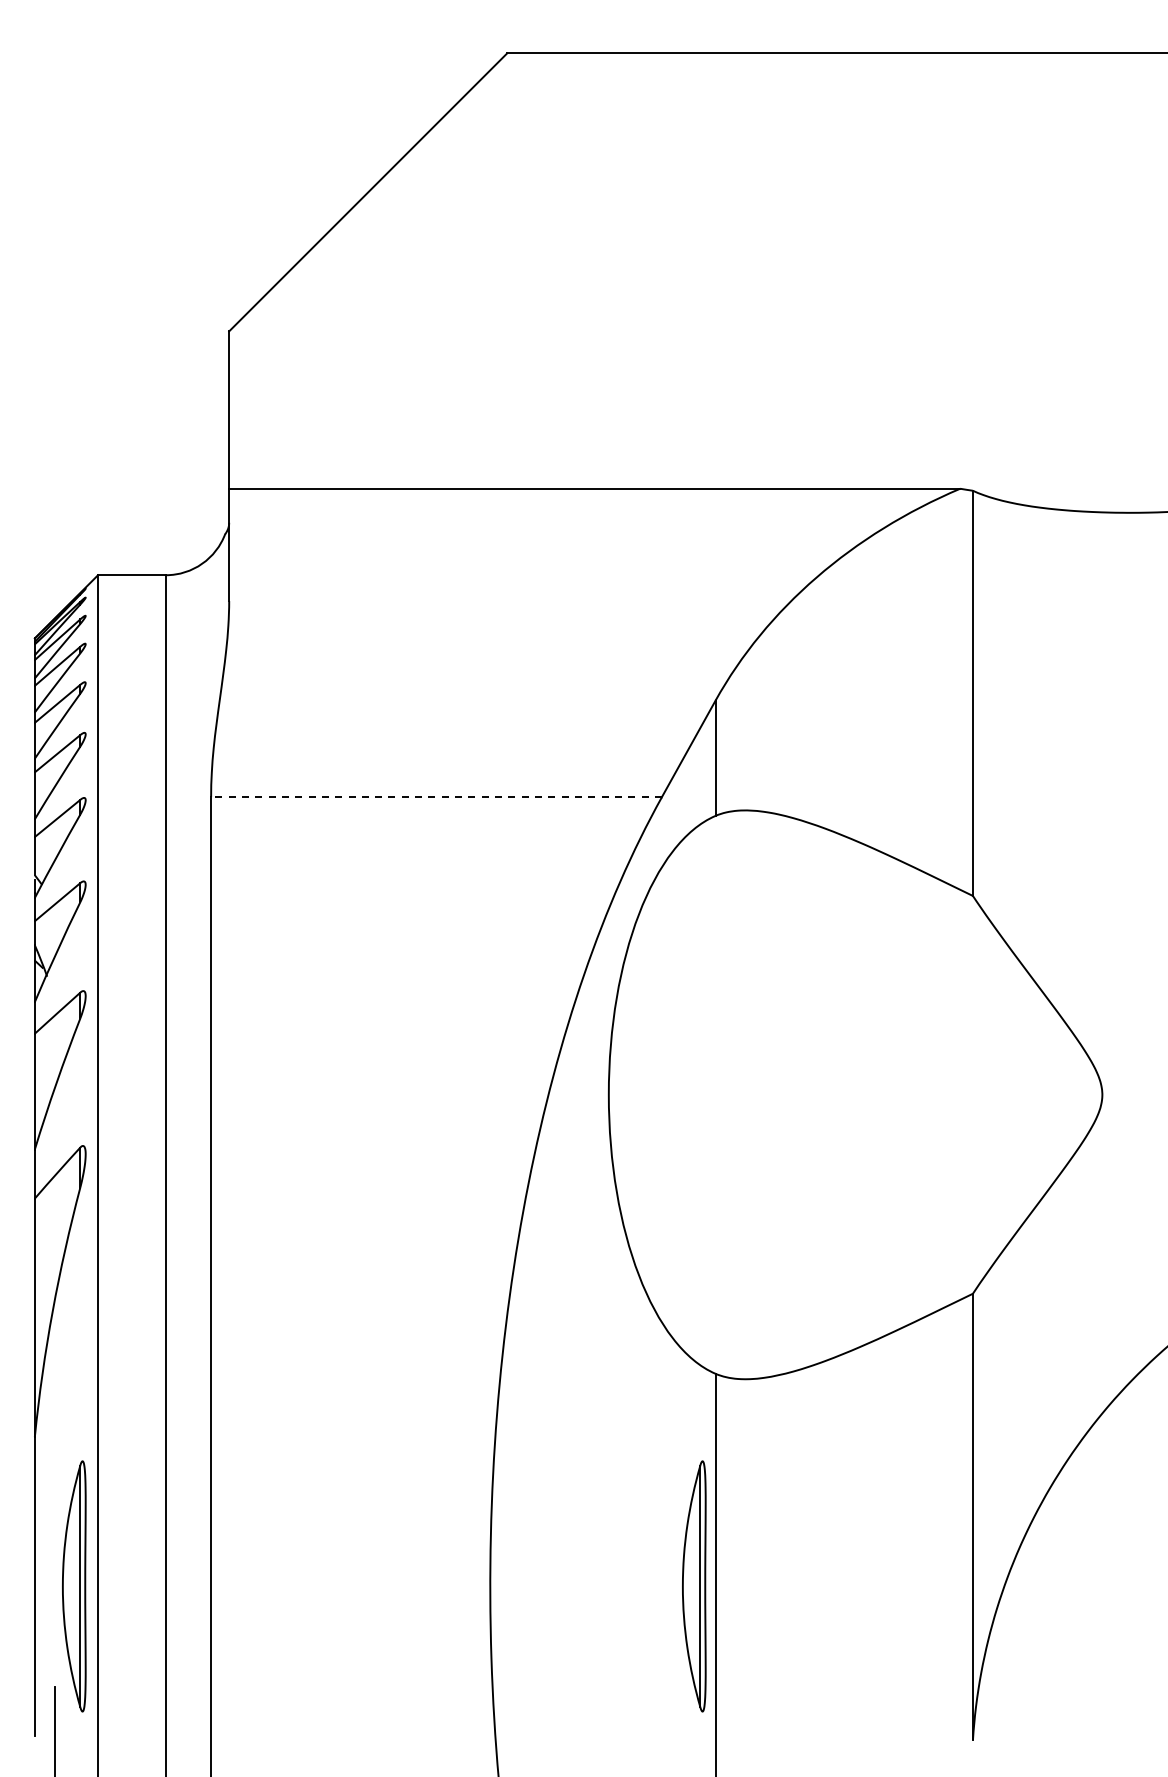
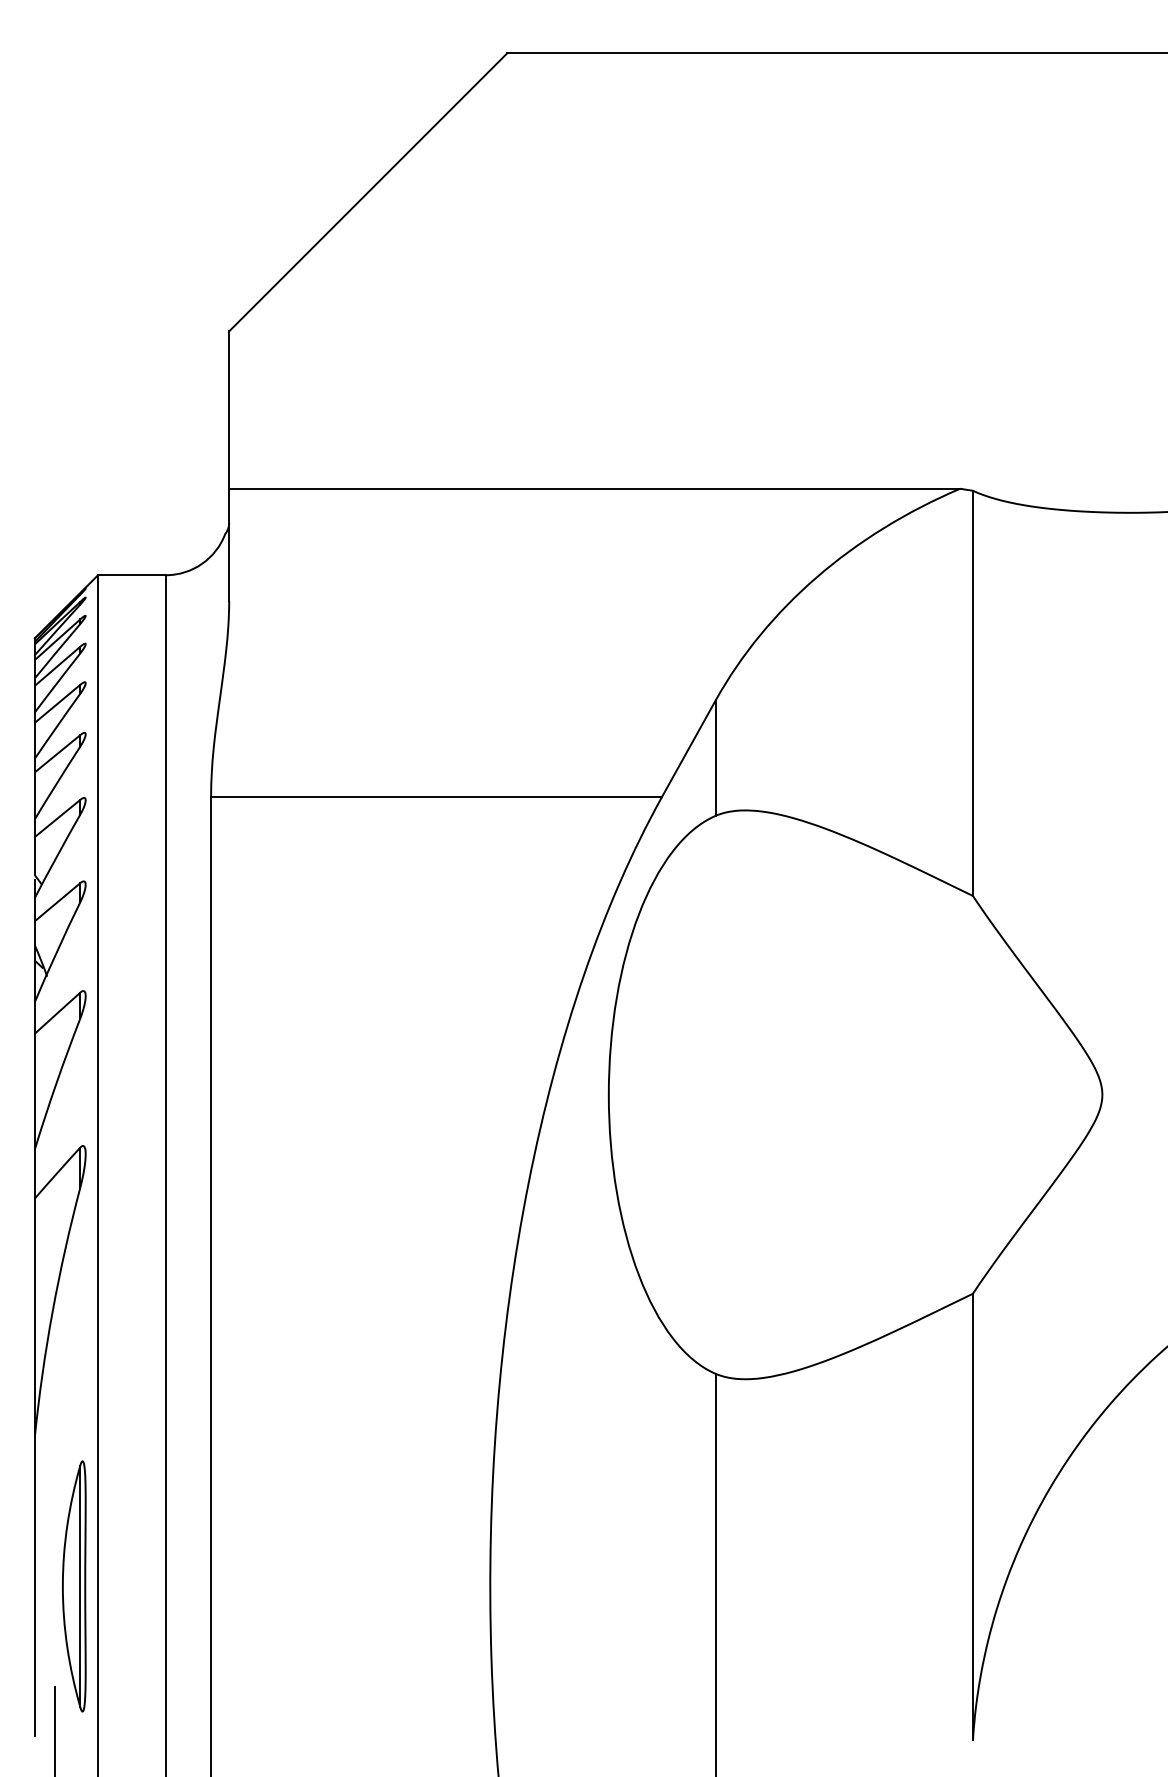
line at (436, 797): dashed -> solid
part at (694, 1586): present -> none
